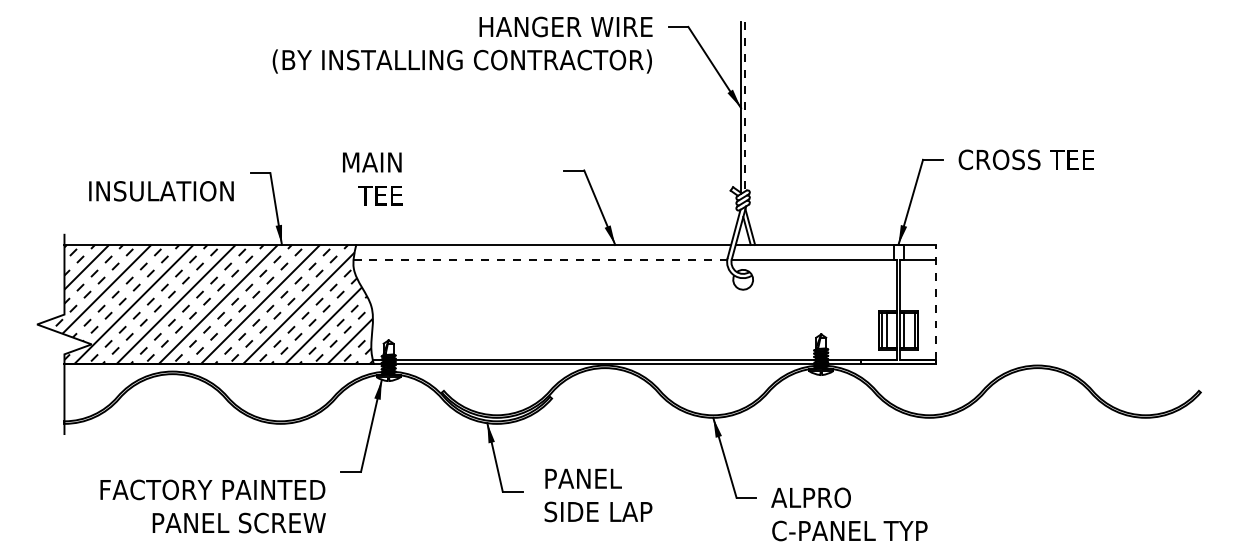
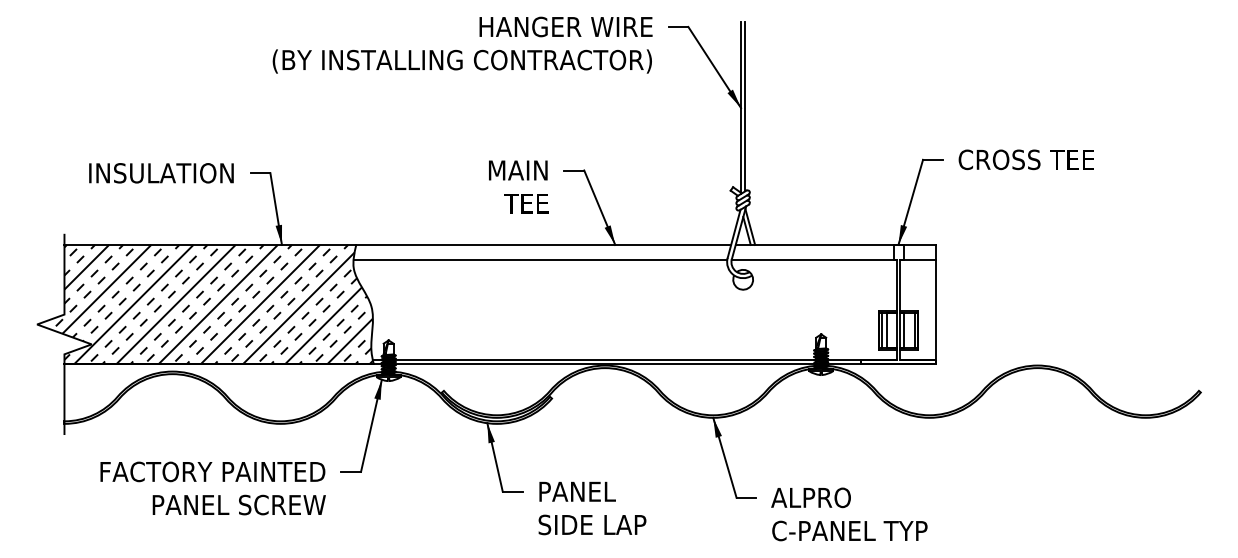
line at (745, 106): dashed -> solid
text at (372, 178) position: (372, 178) -> (518, 186)
text at (161, 191) position: (161, 191) -> (161, 173)
line at (540, 259): dashed -> solid
line at (935, 302): dashed -> solid
text at (598, 495) position: (598, 495) -> (592, 508)
text at (212, 506) position: (212, 506) -> (212, 488)
